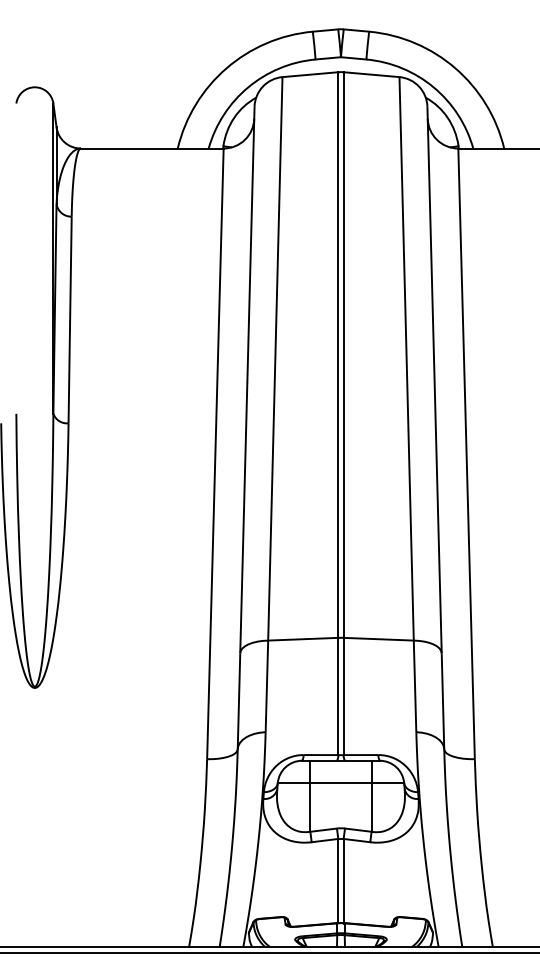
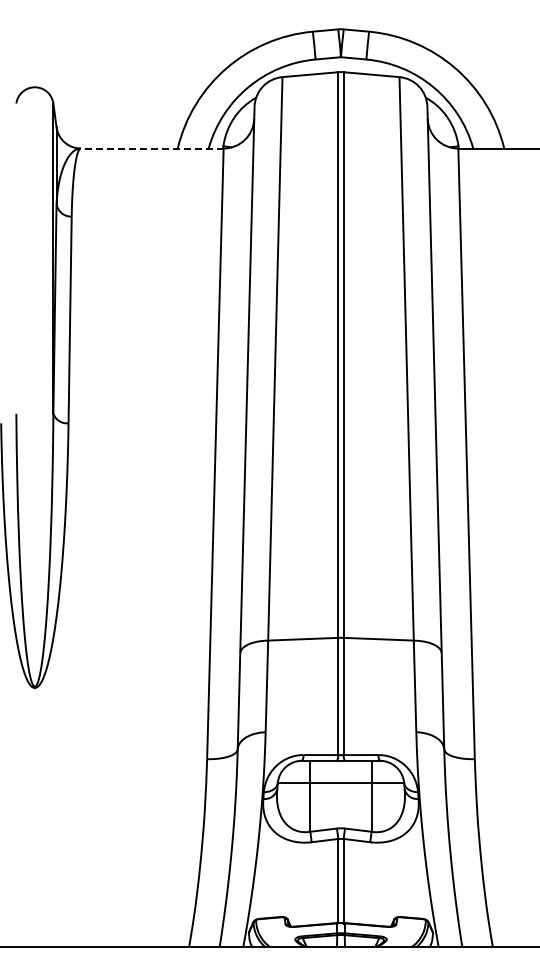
line at (151, 148): solid -> dashed
line at (269, 952): present -> none
